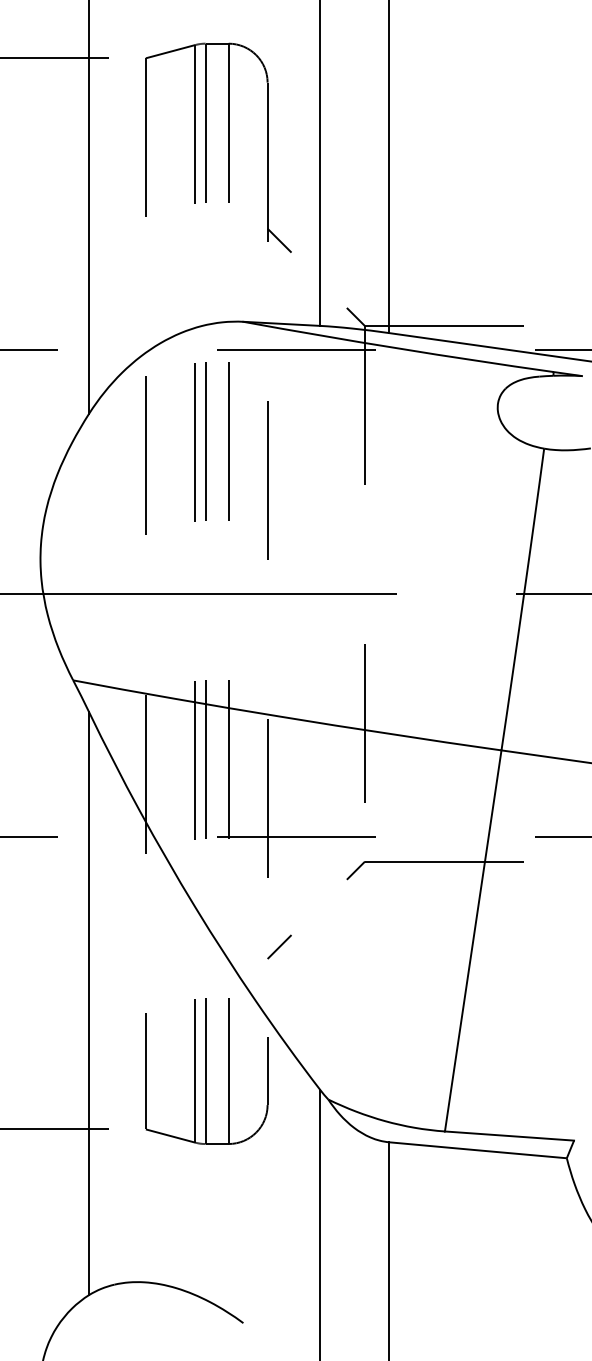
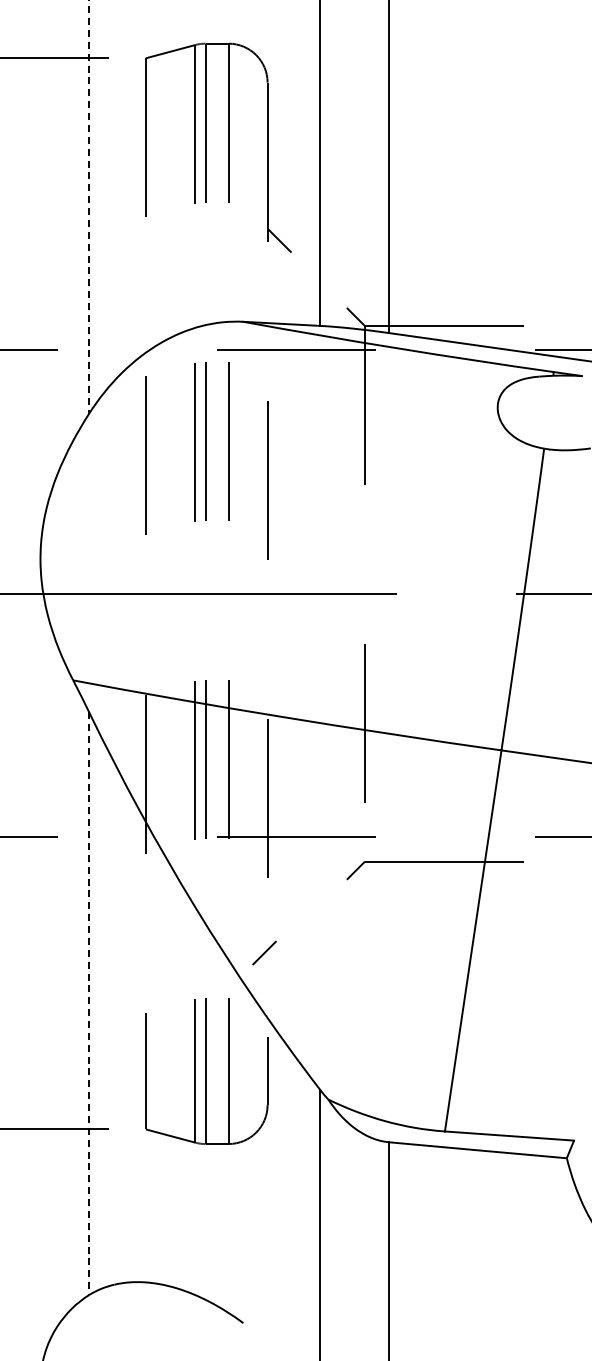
line at (89, 207): solid -> dashed
line at (279, 946) position: (279, 946) -> (264, 952)
line at (89, 1004): solid -> dashed
